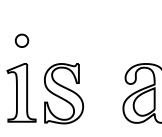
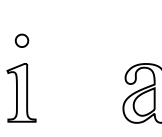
part at (63, 93): present -> none
